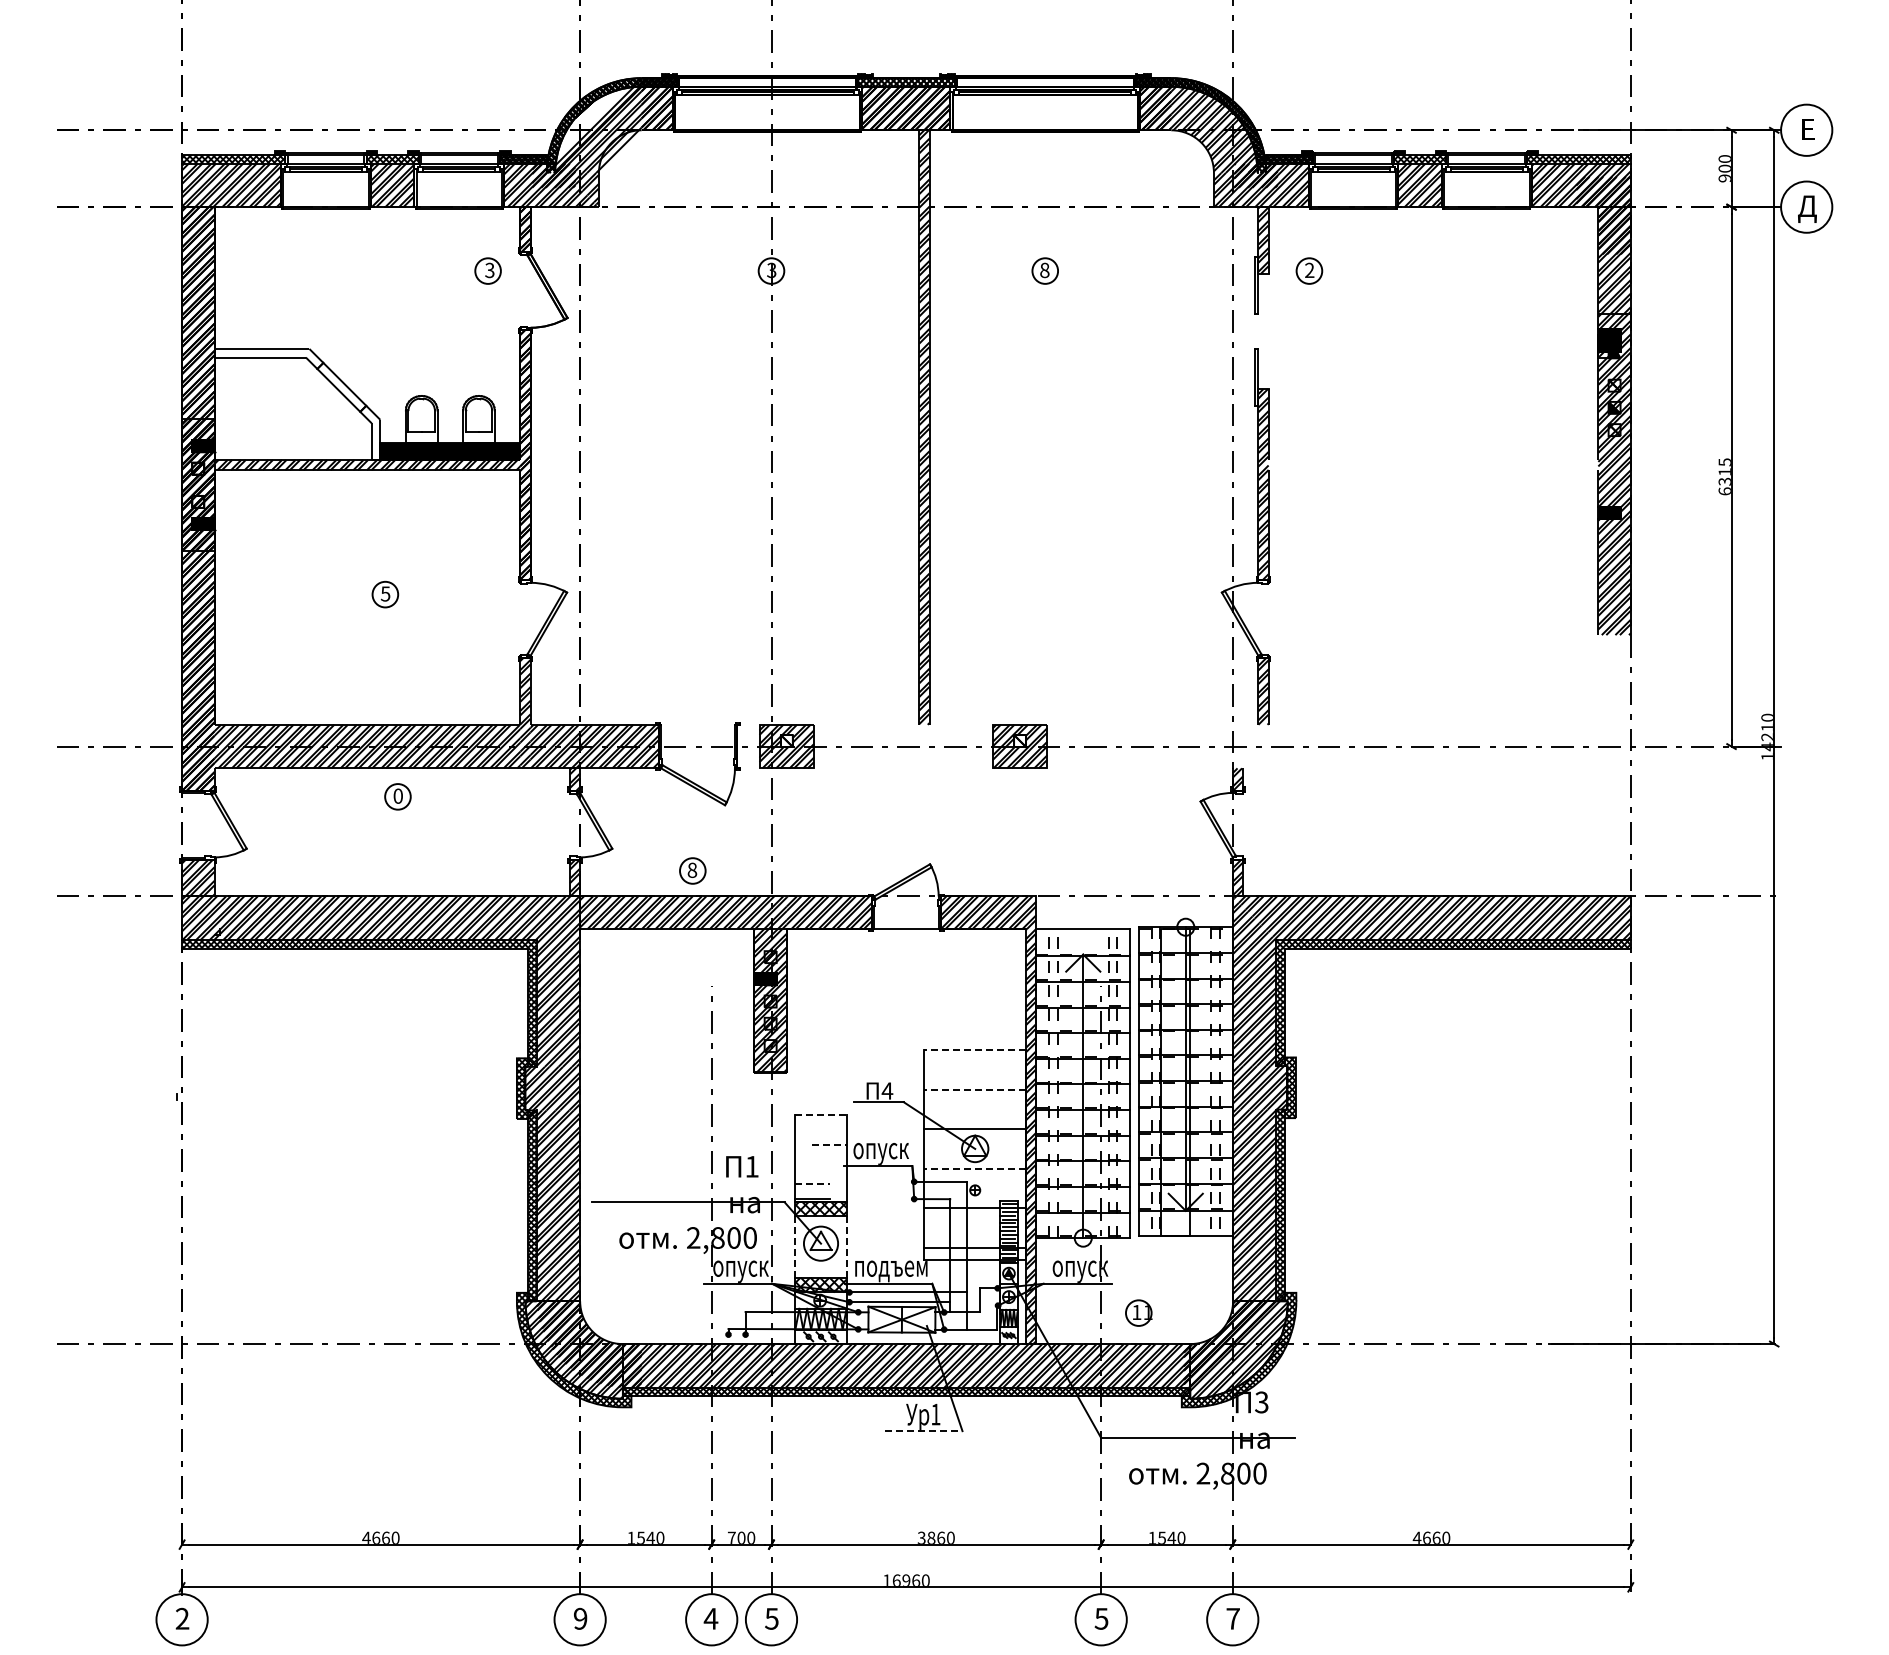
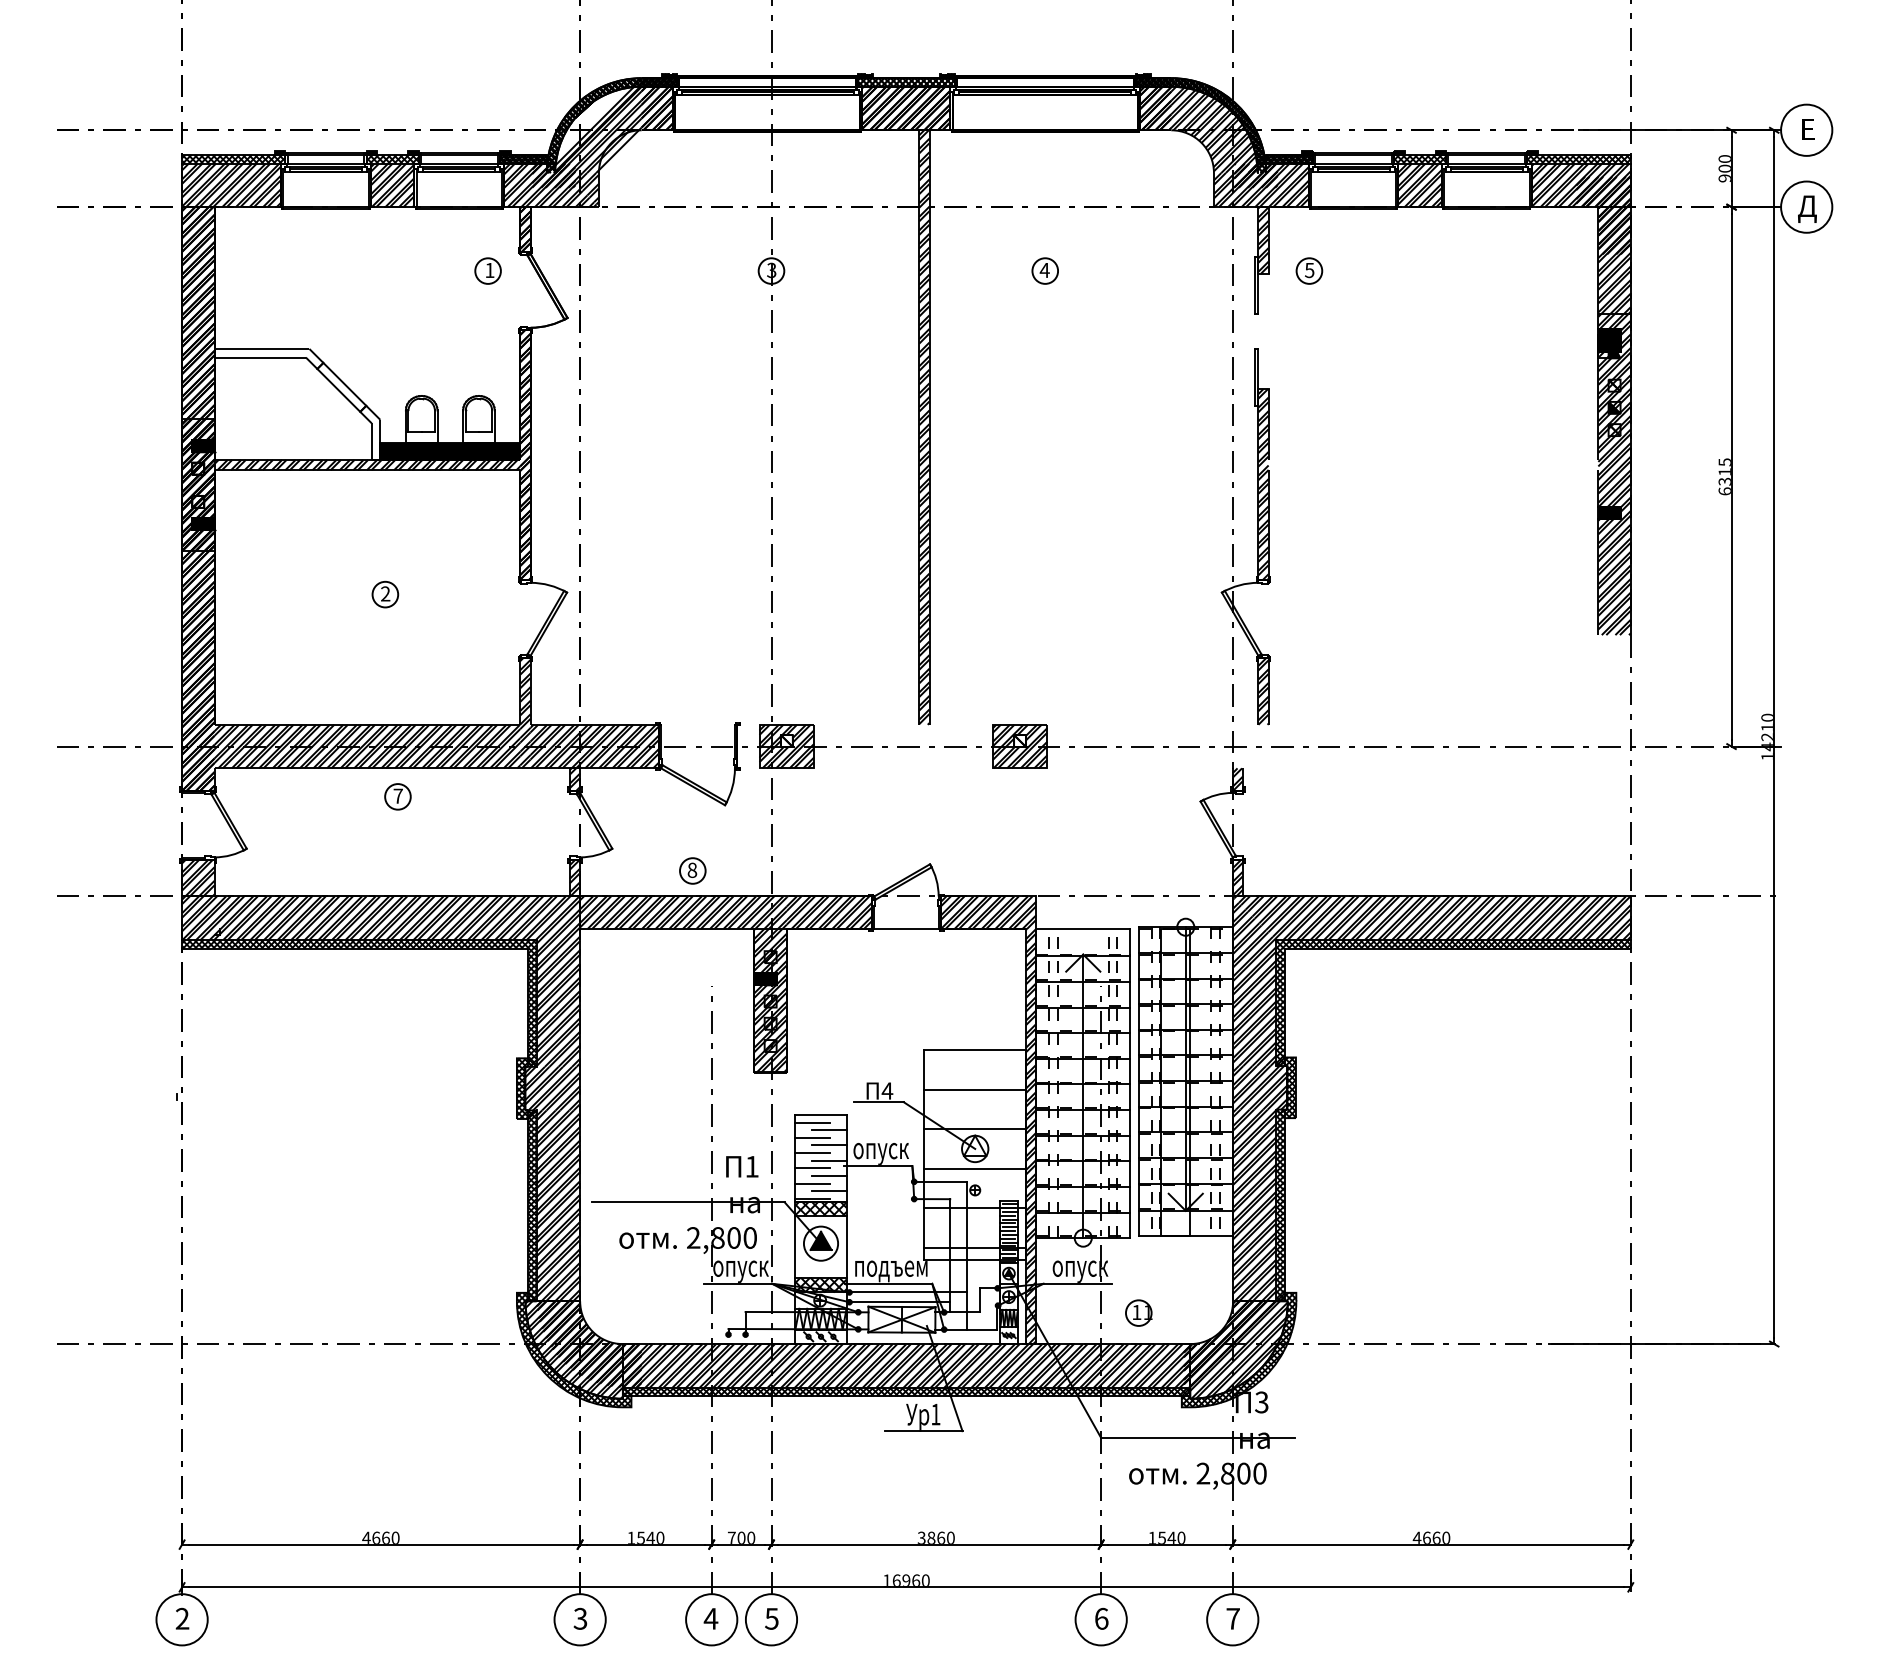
text at (489, 270): 3 -> 1
text at (1044, 270): 8 -> 4
text at (1309, 270): 2 -> 5
text at (385, 593): 5 -> 2
text at (397, 795): 0 -> 7
line at (974, 1050): dashed -> solid
line at (974, 1089): dashed -> solid
line at (821, 1114): dashed -> solid
line at (812, 1122): none -> present
line at (829, 1130): none -> present
line at (812, 1137): none -> present
line at (829, 1145): dashed -> solid
line at (812, 1153): none -> present
line at (829, 1160): none -> present
line at (812, 1168): none -> present
line at (974, 1168): dashed -> solid
line at (829, 1176): none -> present
line at (813, 1183): dashed -> solid
line at (829, 1191): none -> present
fill at (820, 1240): none -> present
line at (795, 1247): dashed -> solid
line at (846, 1247): dashed -> solid
line at (923, 1431): dashed -> solid
text at (580, 1618): 9 -> 3
text at (1101, 1618): 5 -> 6
